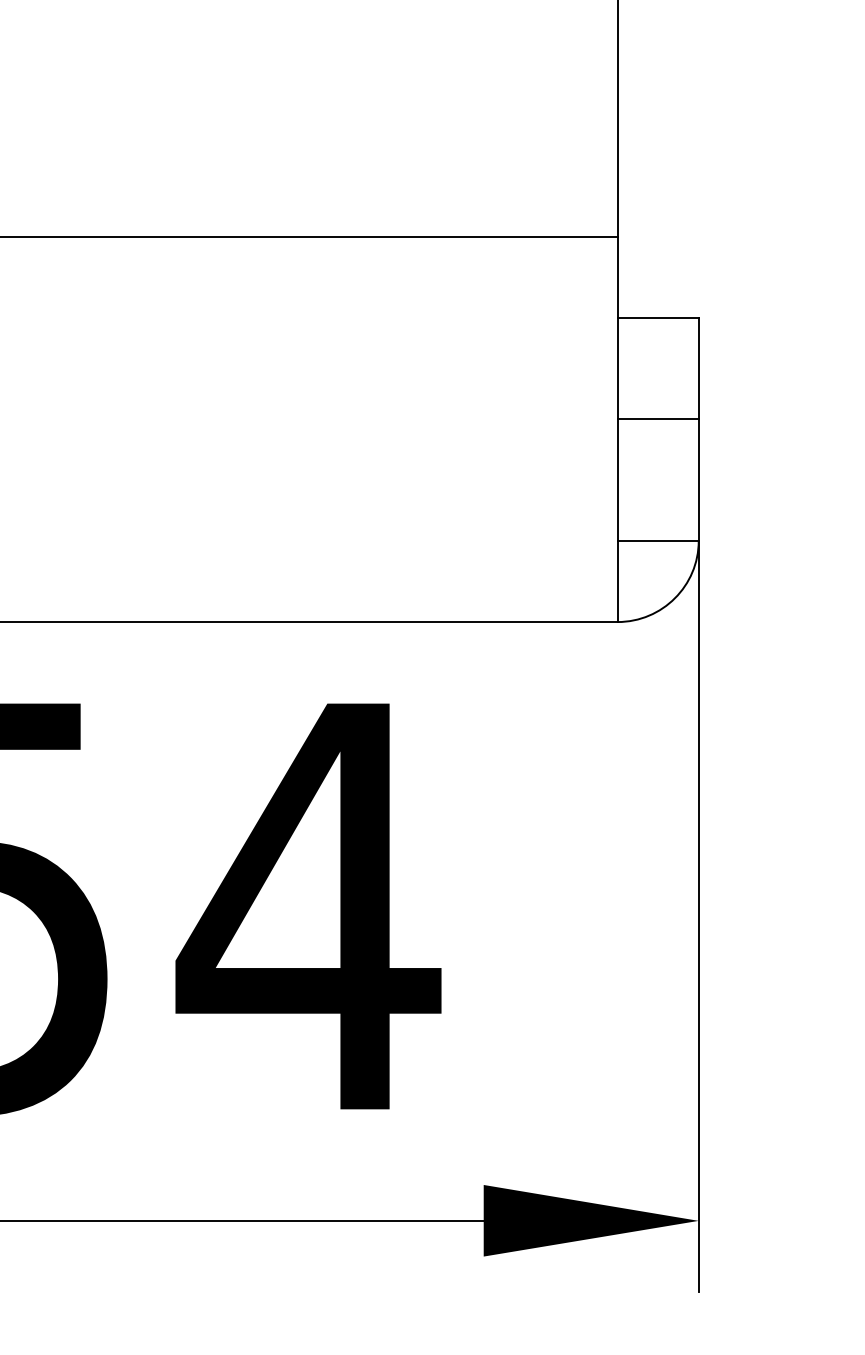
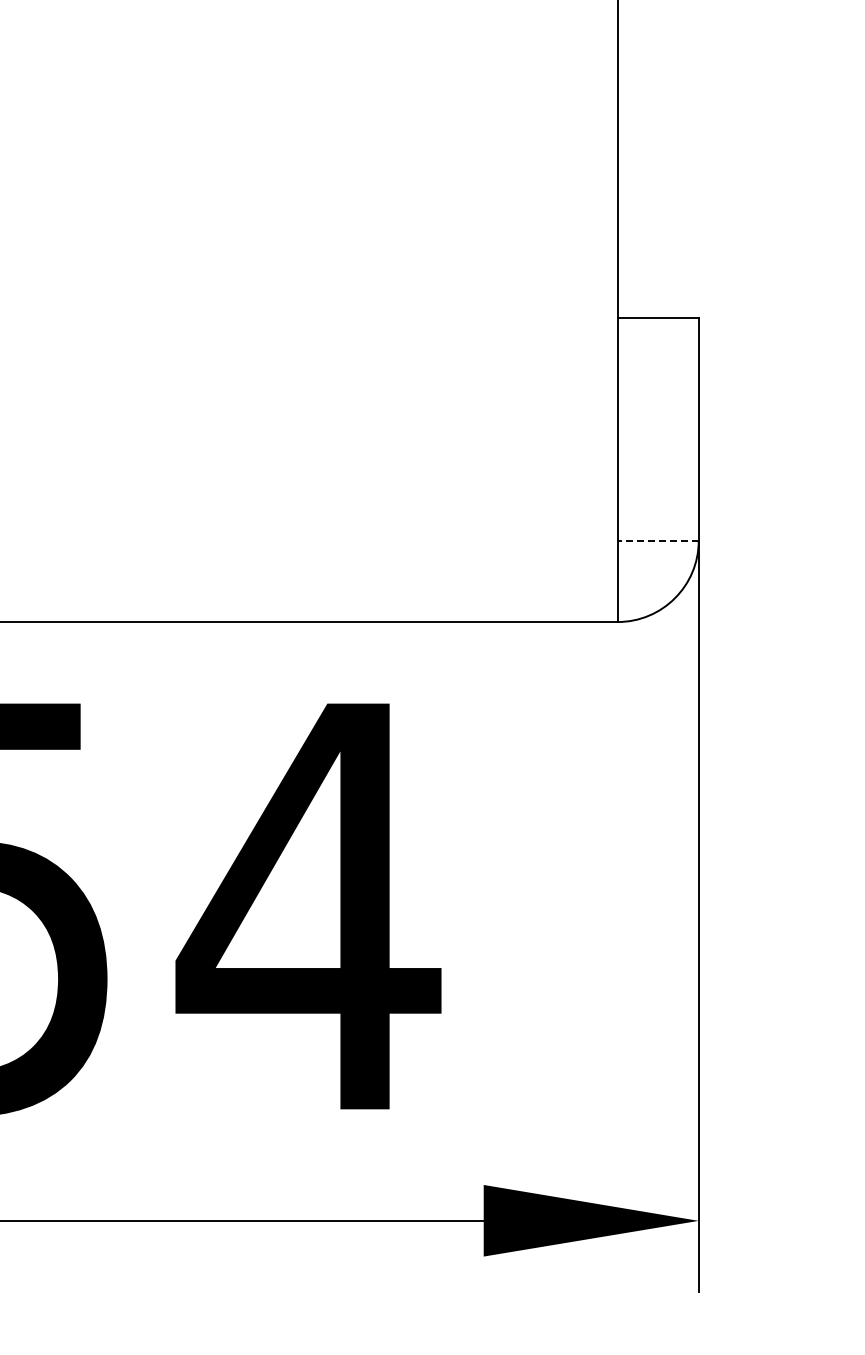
line at (309, 236): present -> none
line at (657, 419): present -> none
line at (658, 540): solid -> dashed
